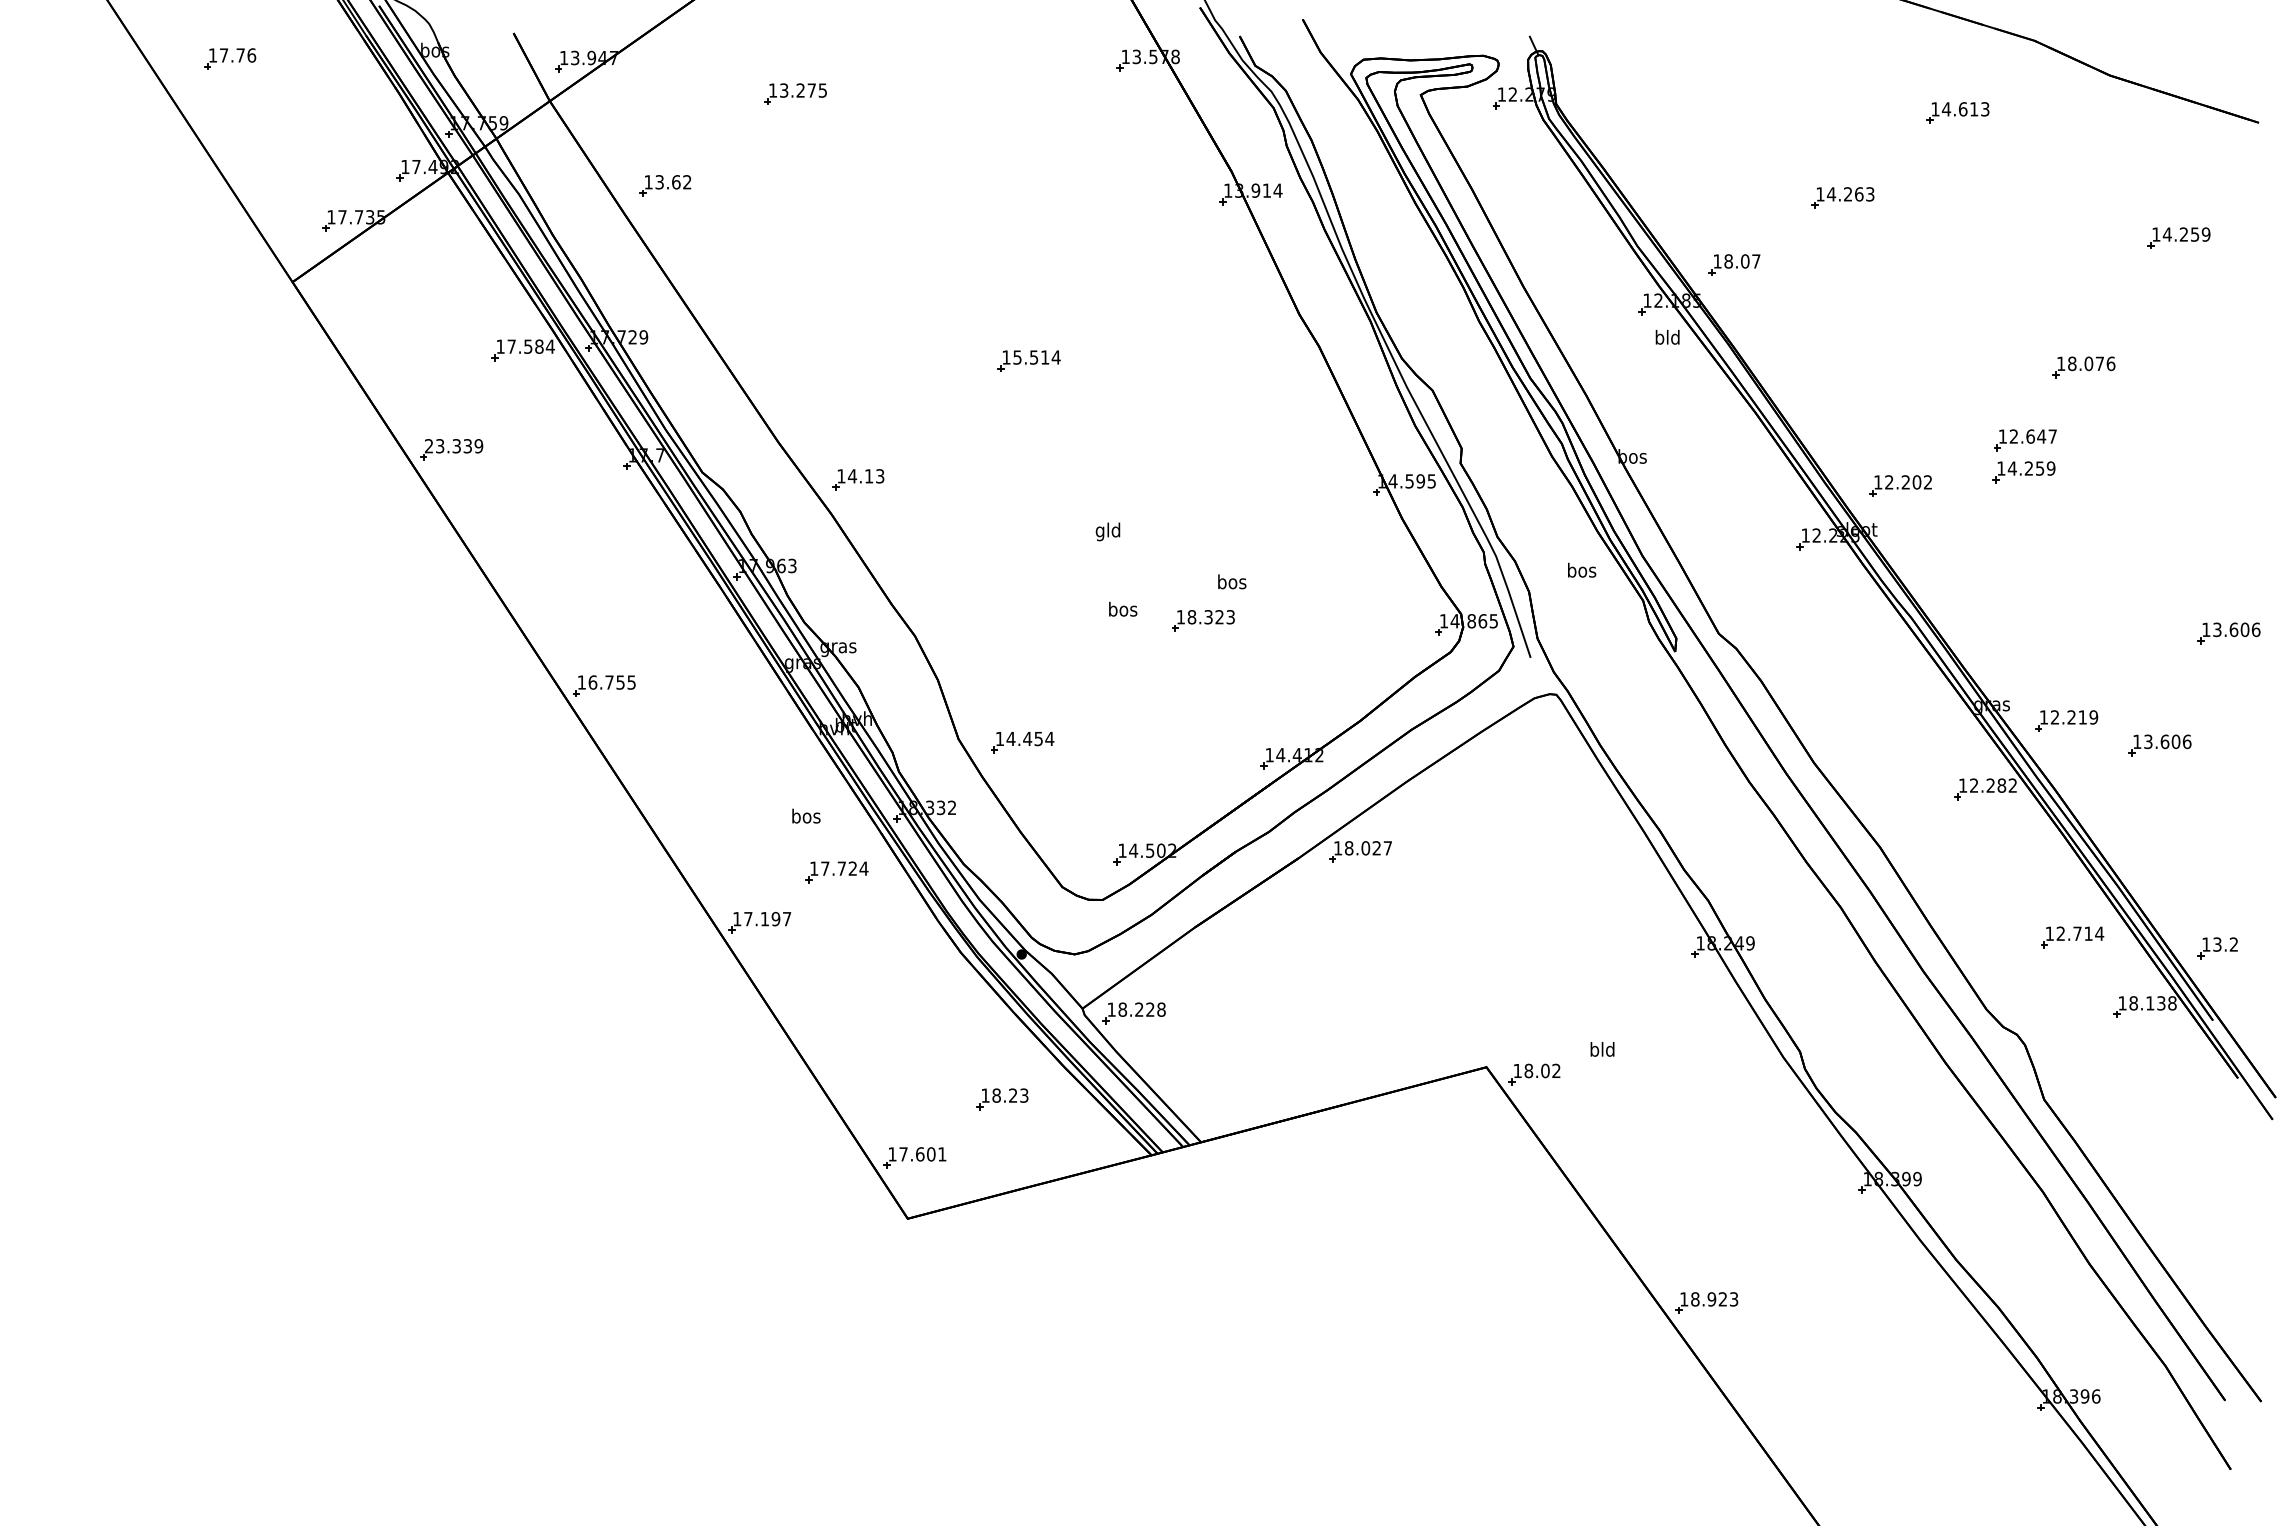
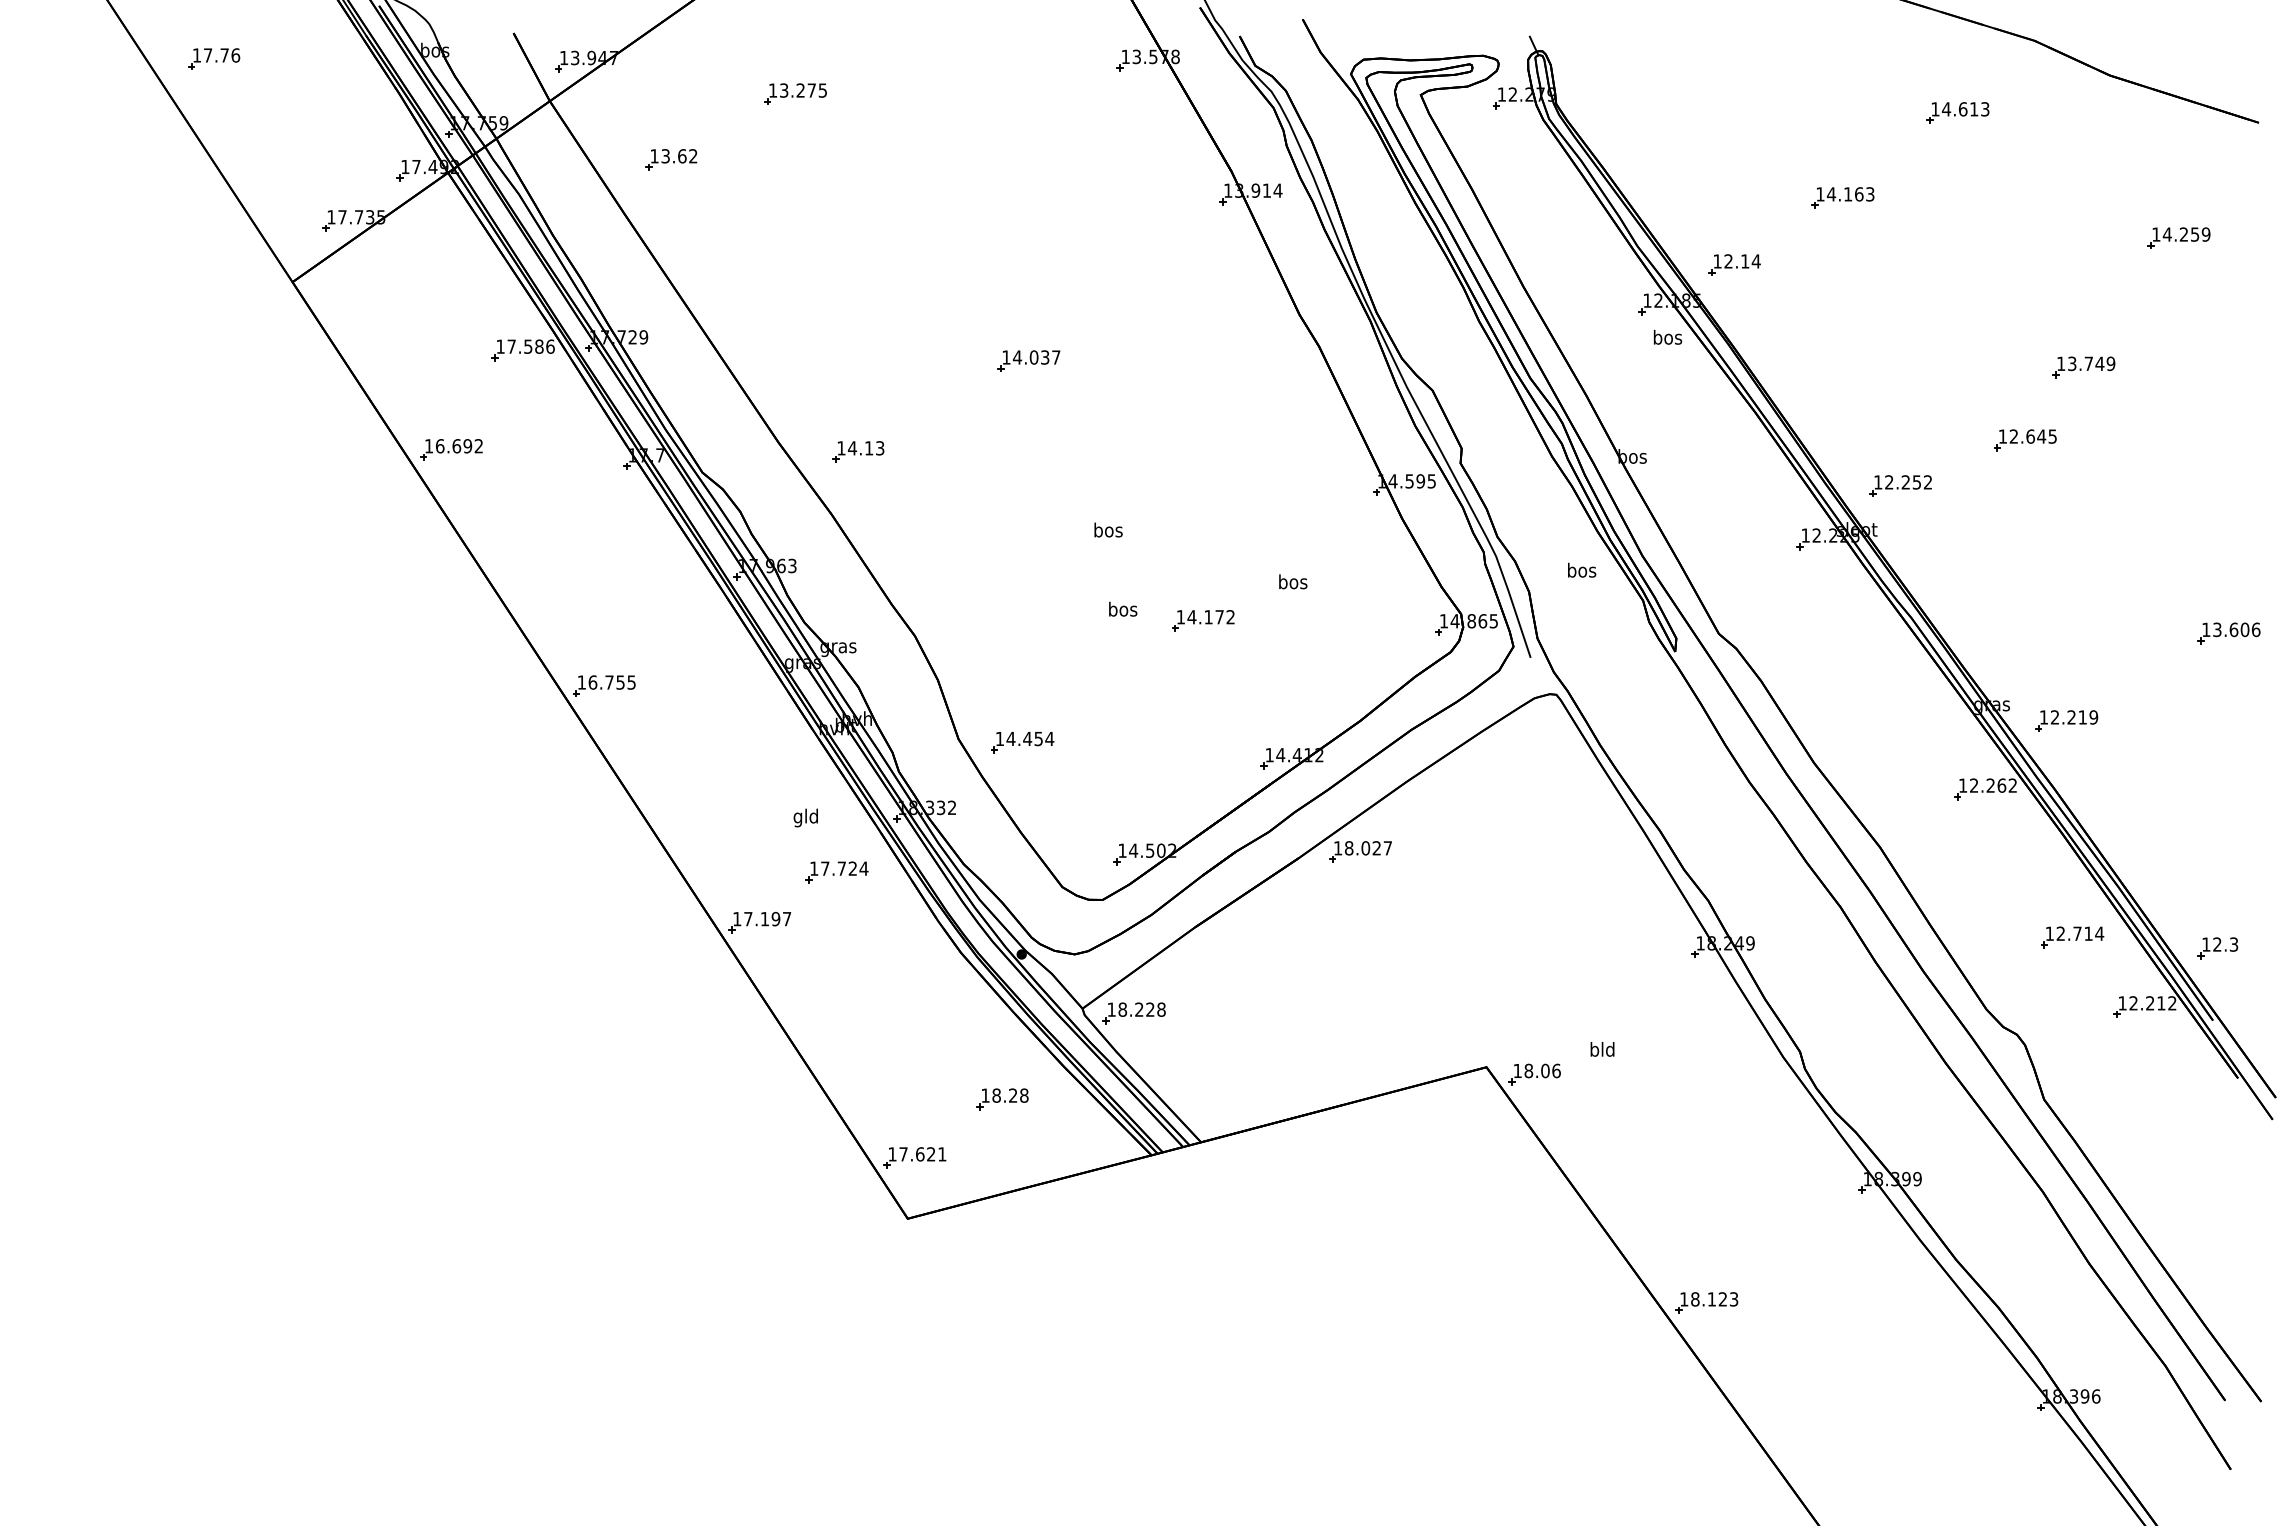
part at (230, 58) position: (230, 58) -> (214, 58)
part at (665, 185) position: (665, 185) -> (671, 159)
text at (1848, 194): 14.263 -> 14.163
text at (1742, 261): 18.07 -> 12.14
text at (1667, 336): bld -> bos
text at (549, 346): 17.584 -> 17.586
text at (1036, 357): 15.514 -> 14.037
text at (2091, 363): 18.076 -> 13.749
text at (2052, 436): 12.647 -> 12.645
text at (453, 446): 23.339 -> 16.692
part at (2023, 471): present -> none
part at (858, 479) position: (858, 479) -> (858, 451)
text at (1916, 482): 12.202 -> 12.252
text at (1108, 531): gld -> bos
text at (1232, 581) position: (1232, 581) -> (1293, 581)
text at (1210, 617): 18.323 -> 14.172
part at (2159, 745): present -> none
text at (2001, 785): 12.282 -> 12.262
text at (806, 817): bos -> gld
text at (2225, 944): 13.2 -> 12.3
text at (2152, 1003): 18.138 -> 12.212
text at (1556, 1070): 18.02 -> 18.06
text at (1024, 1095): 18.23 -> 18.28
text at (931, 1154): 17.601 -> 17.621
text at (1711, 1299): 18.923 -> 18.123
